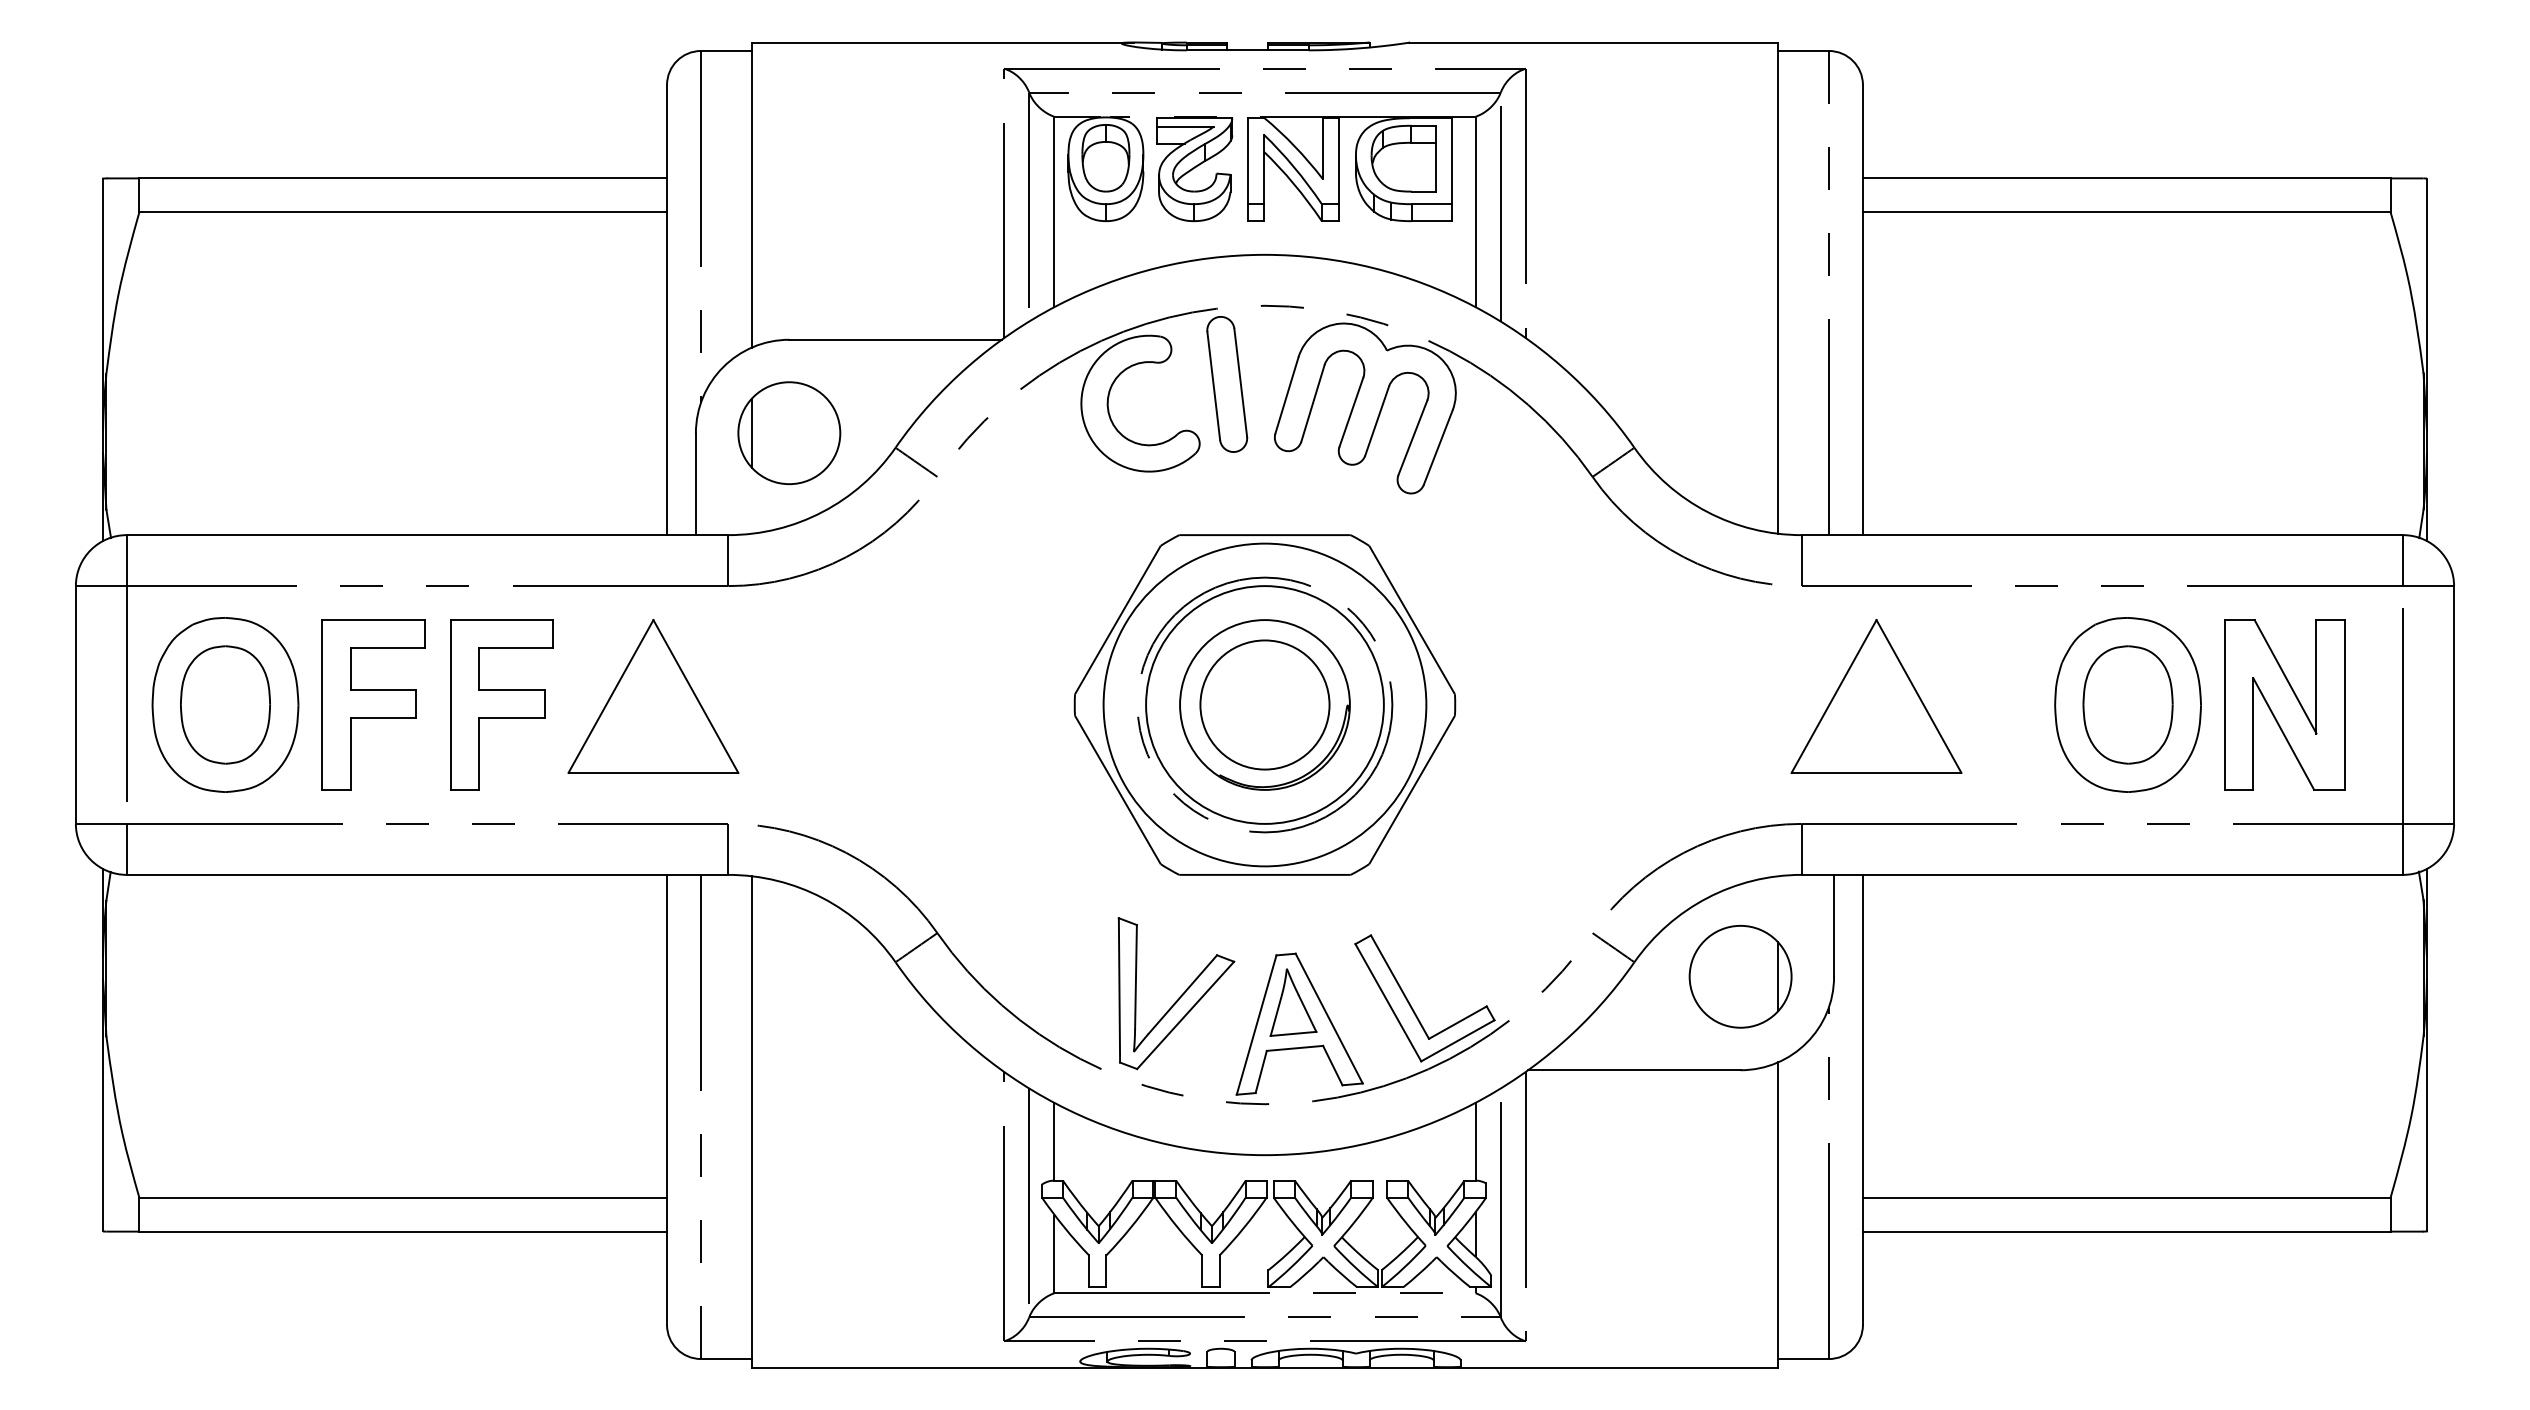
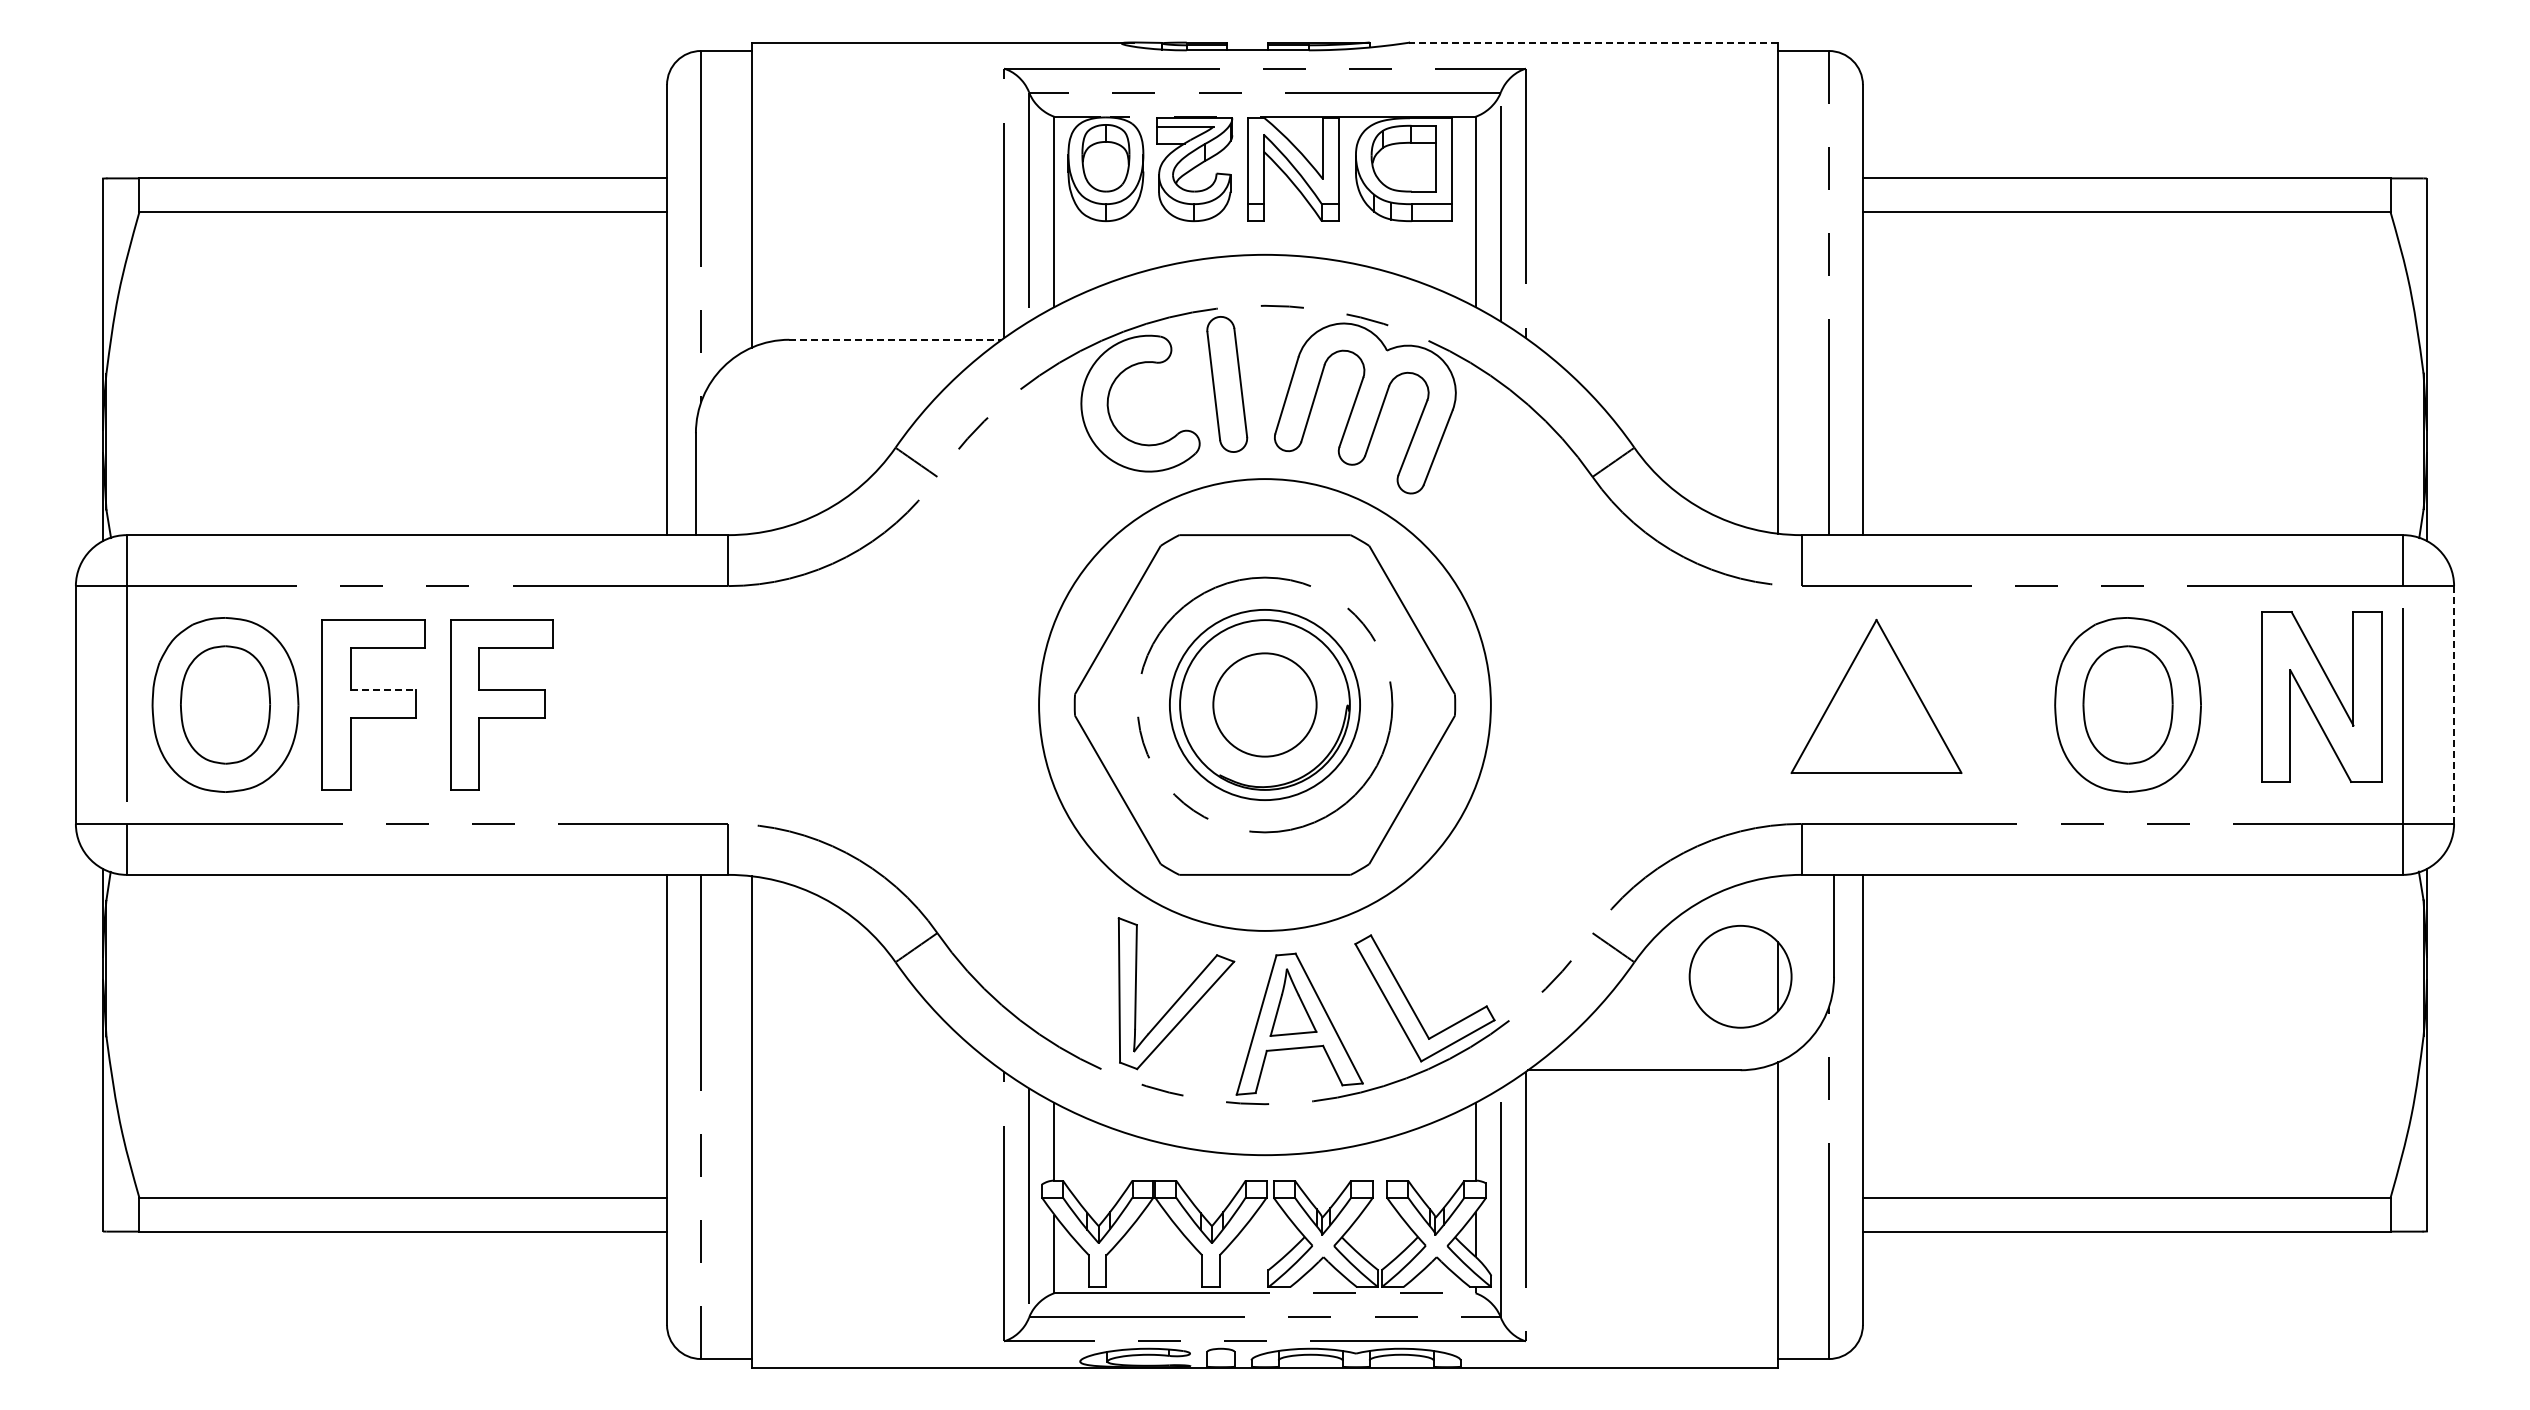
line at (1593, 42): solid -> dashed
line at (896, 339): solid -> dashed
part at (789, 433): present -> none
line at (383, 689): solid -> dashed
part at (653, 695): present -> none
circle at (1264, 704) diameter: 129 px -> 103 px
circle at (1264, 704) diameter: 238 px -> 190 px
circle at (1264, 704) diameter: 323 px -> 452 px
part at (2284, 704) position: (2284, 704) -> (2321, 696)
line at (2454, 705): solid -> dashed
